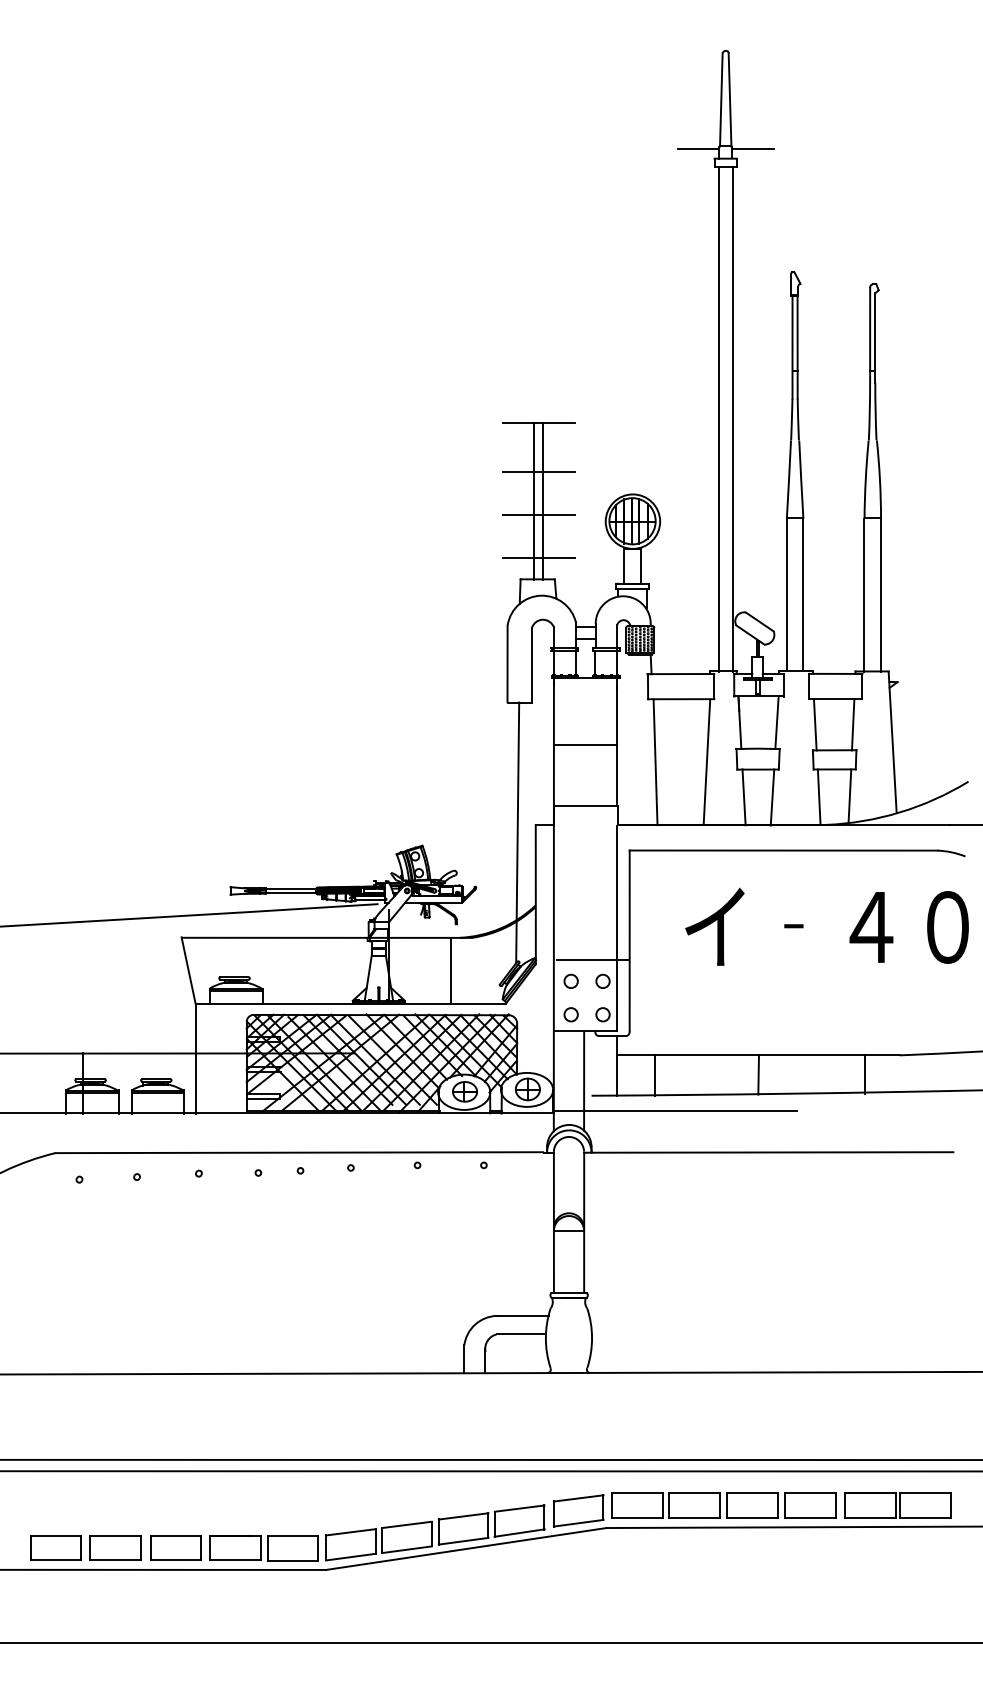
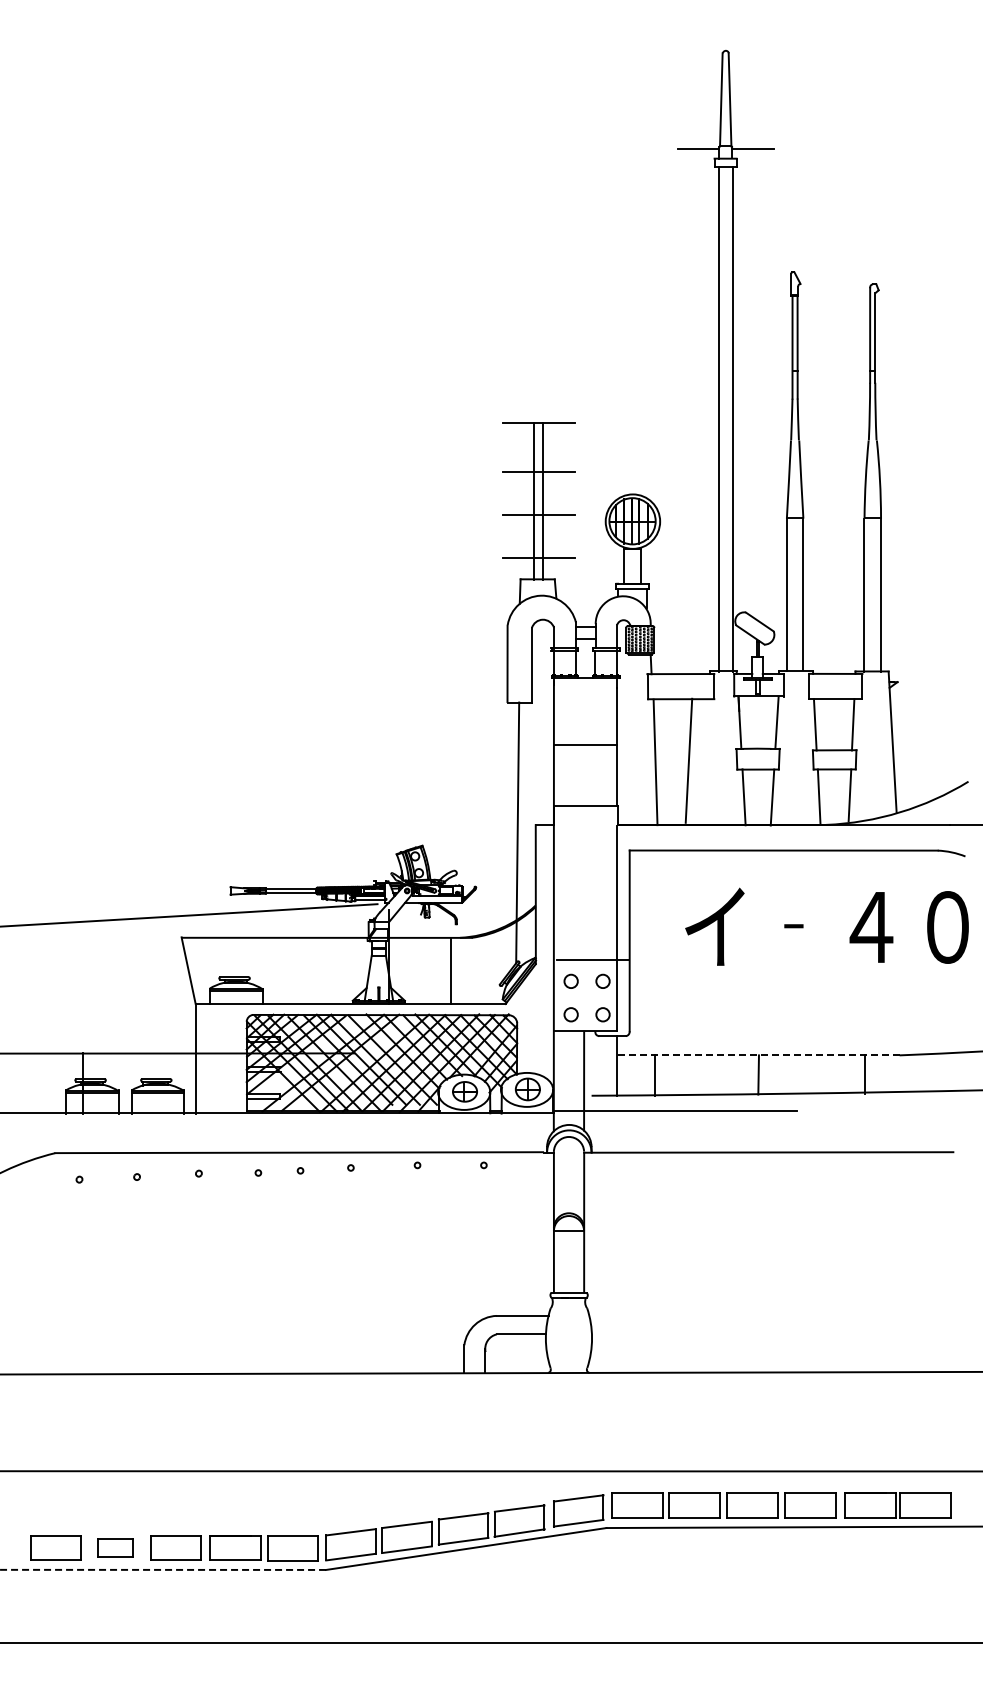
line at (706, 761) position: (706, 761) -> (688, 760)
line at (758, 1055): solid -> dashed
line at (490, 1459): present -> none
part at (115, 1547) size: 53x26 px -> 37x20 px
line at (163, 1569): solid -> dashed
